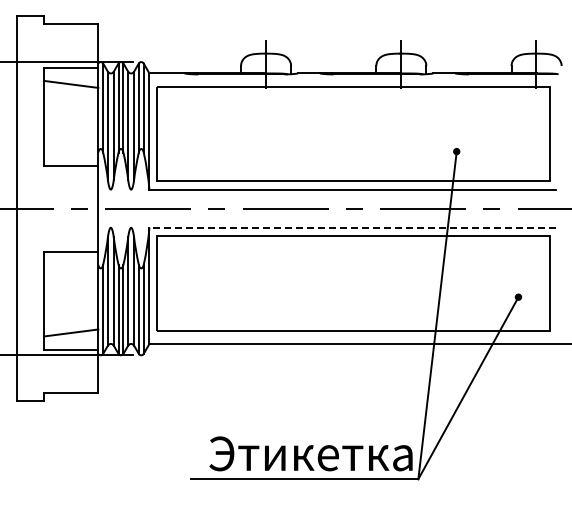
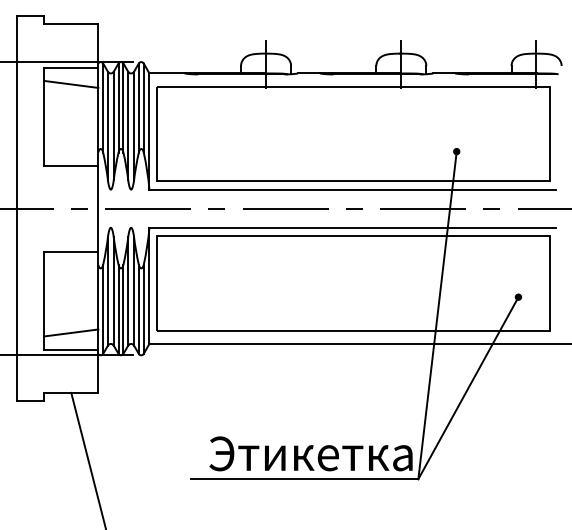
line at (351, 227): dashed -> solid
line at (88, 459): none -> present
